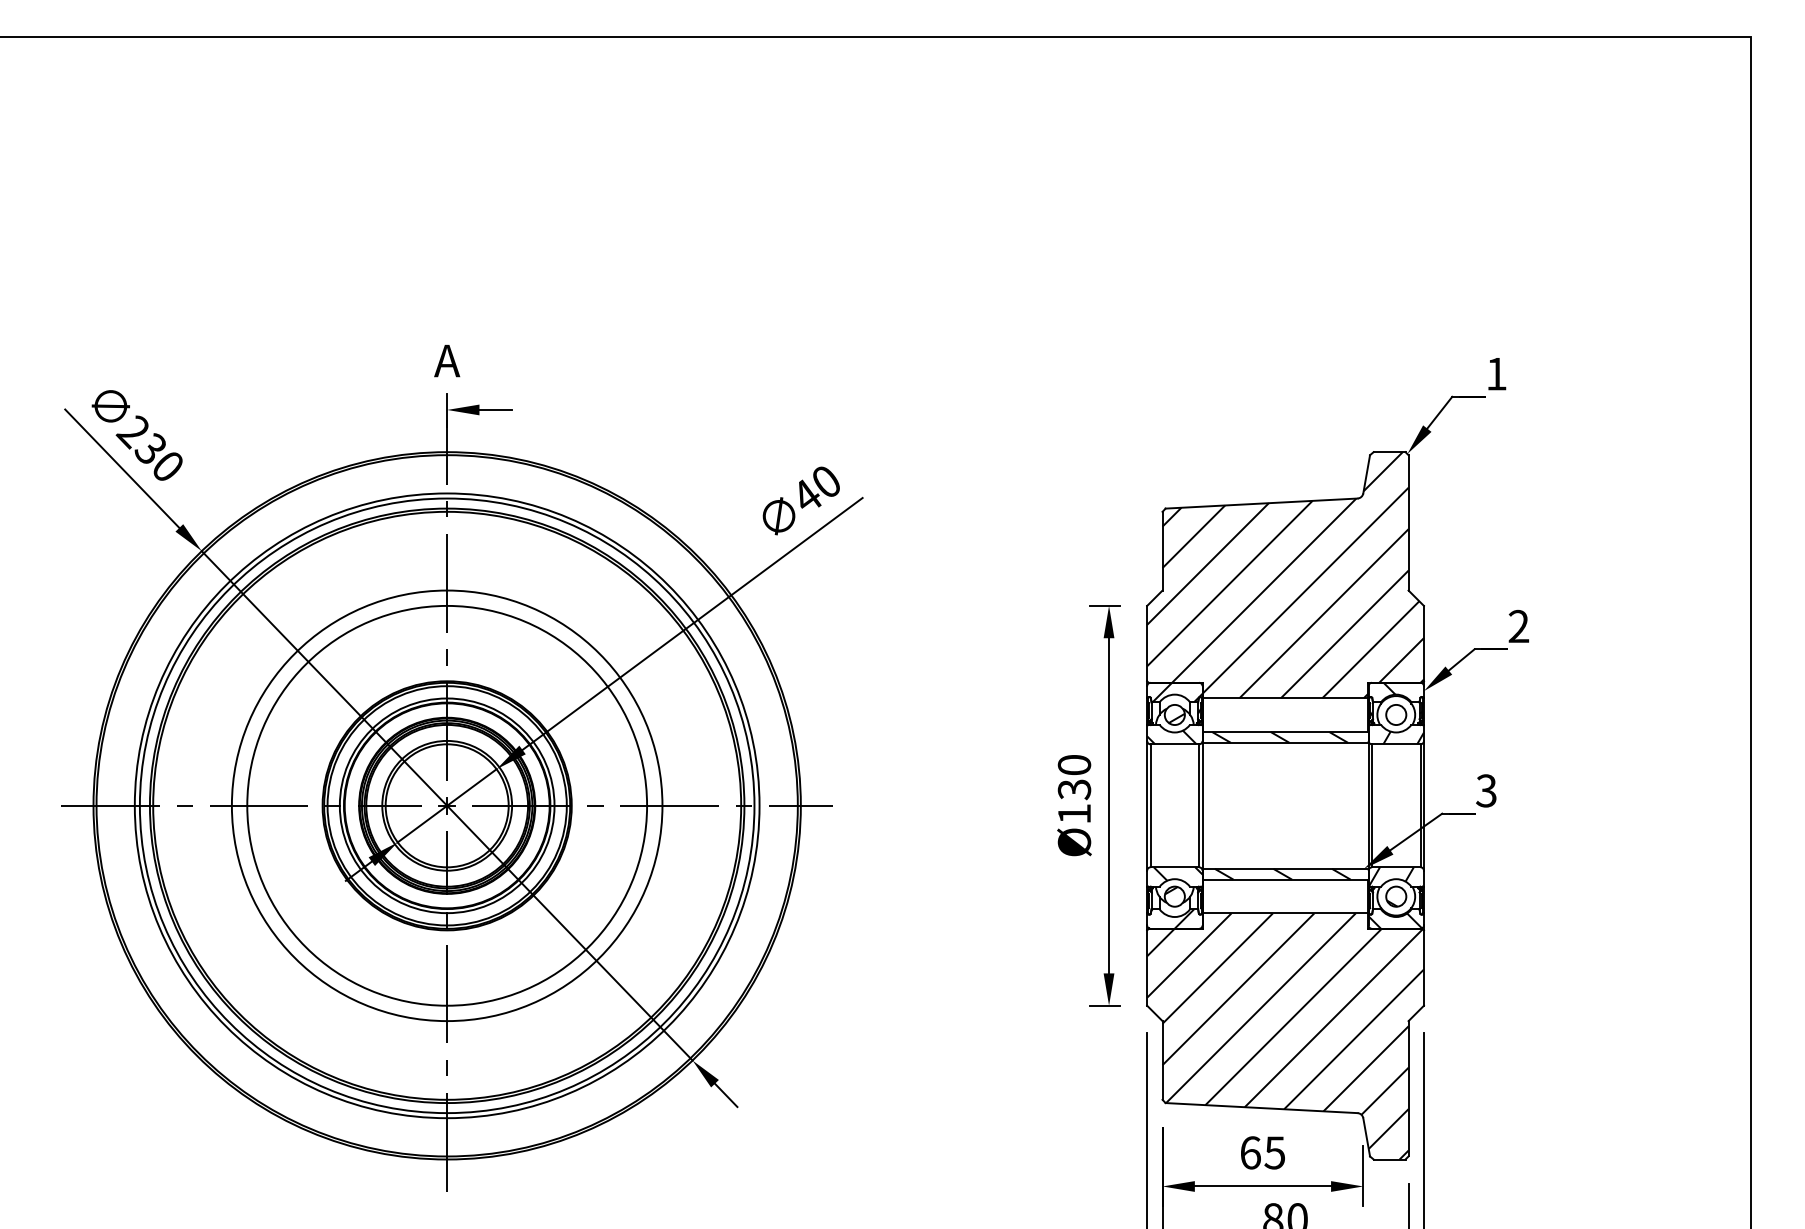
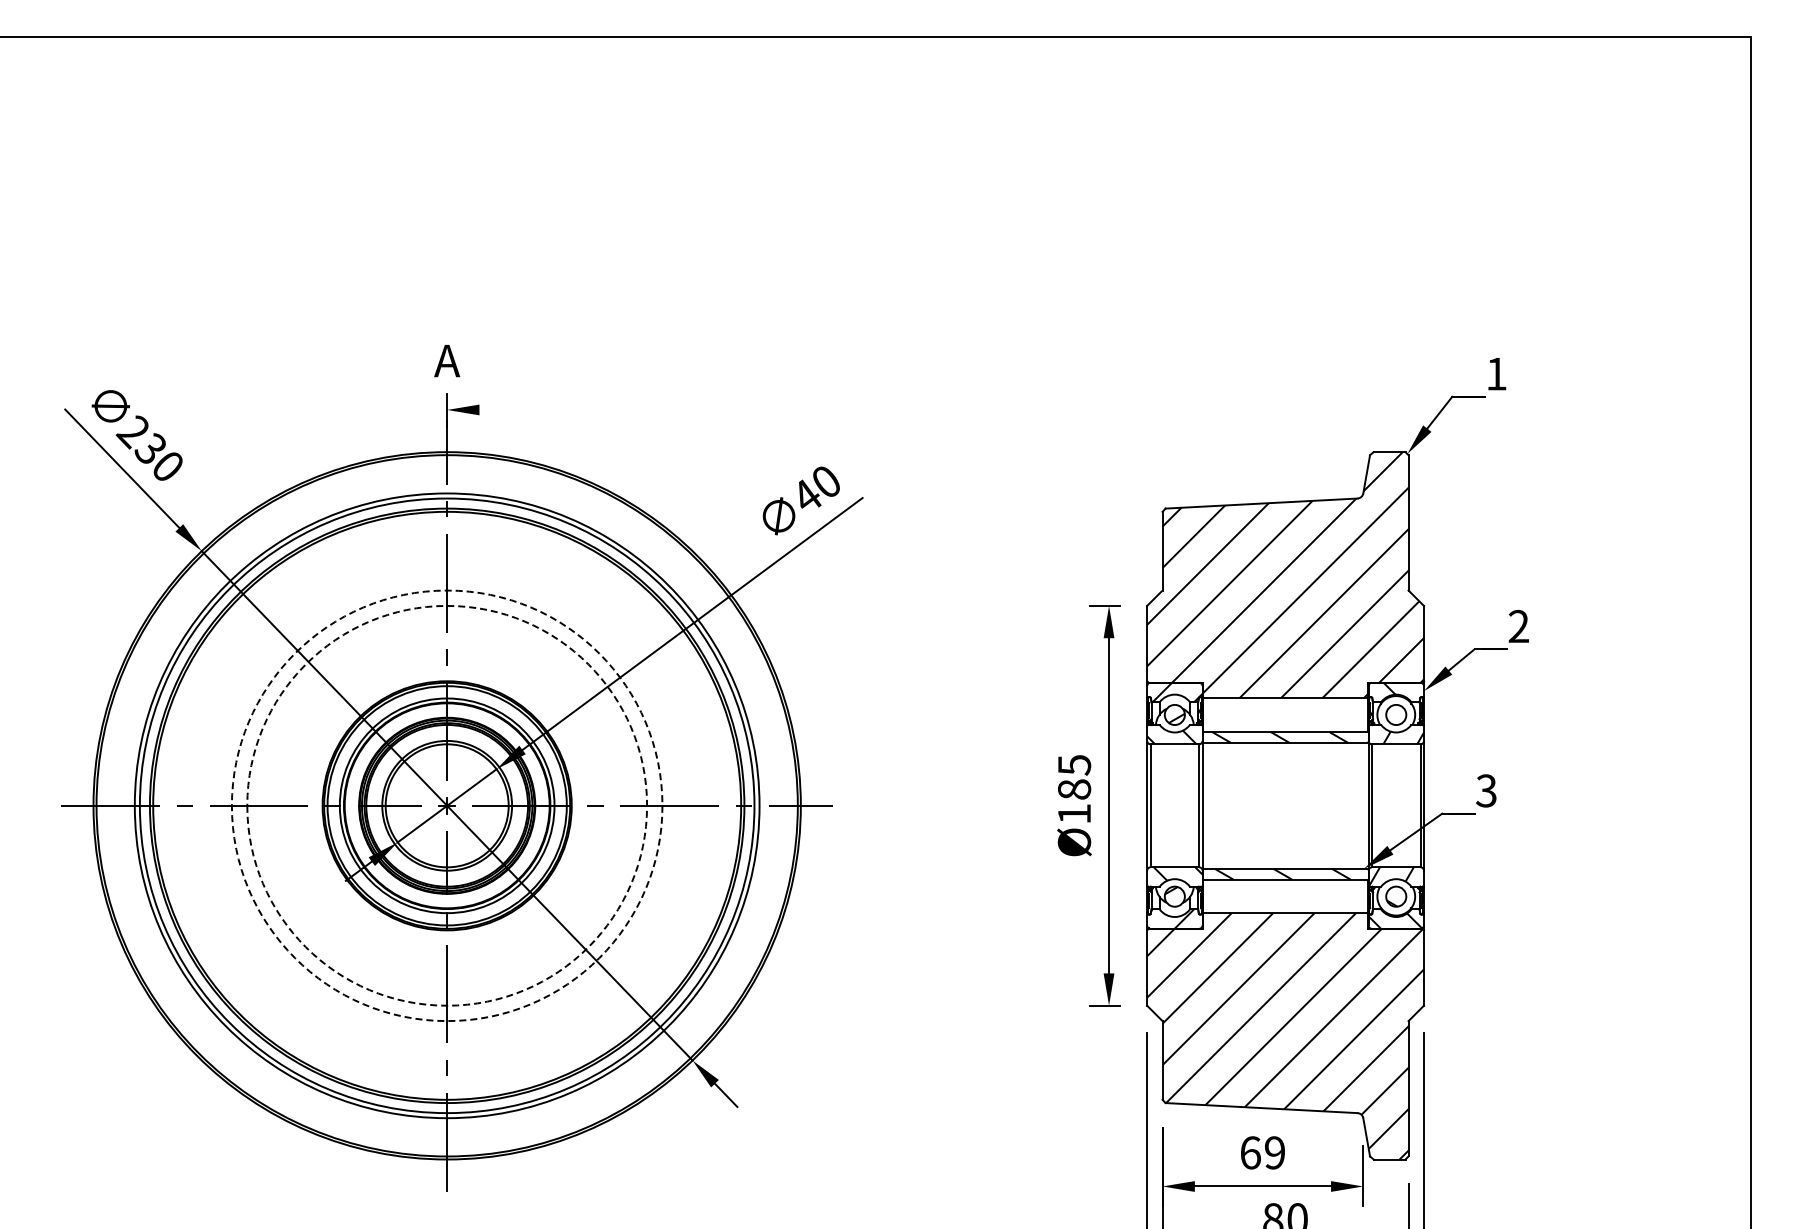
line at (495, 409): present -> none
text at (1074, 777): Ø130 -> Ø185
circle at (446, 805): solid -> dashed
circle at (447, 805): solid -> dashed
text at (1274, 1152): 65 -> 69
